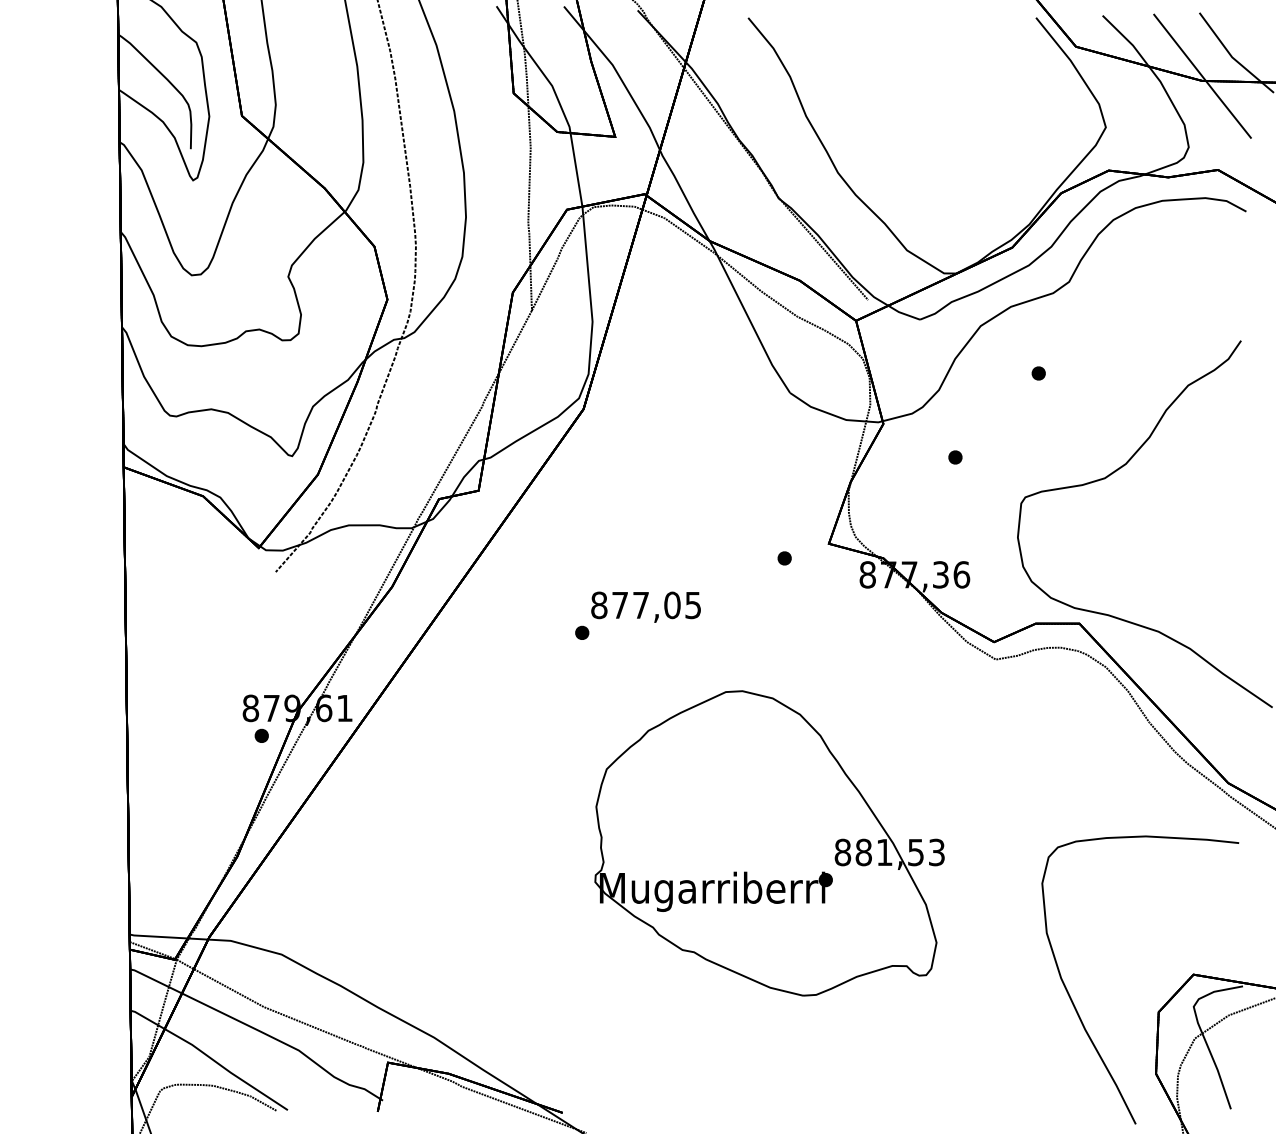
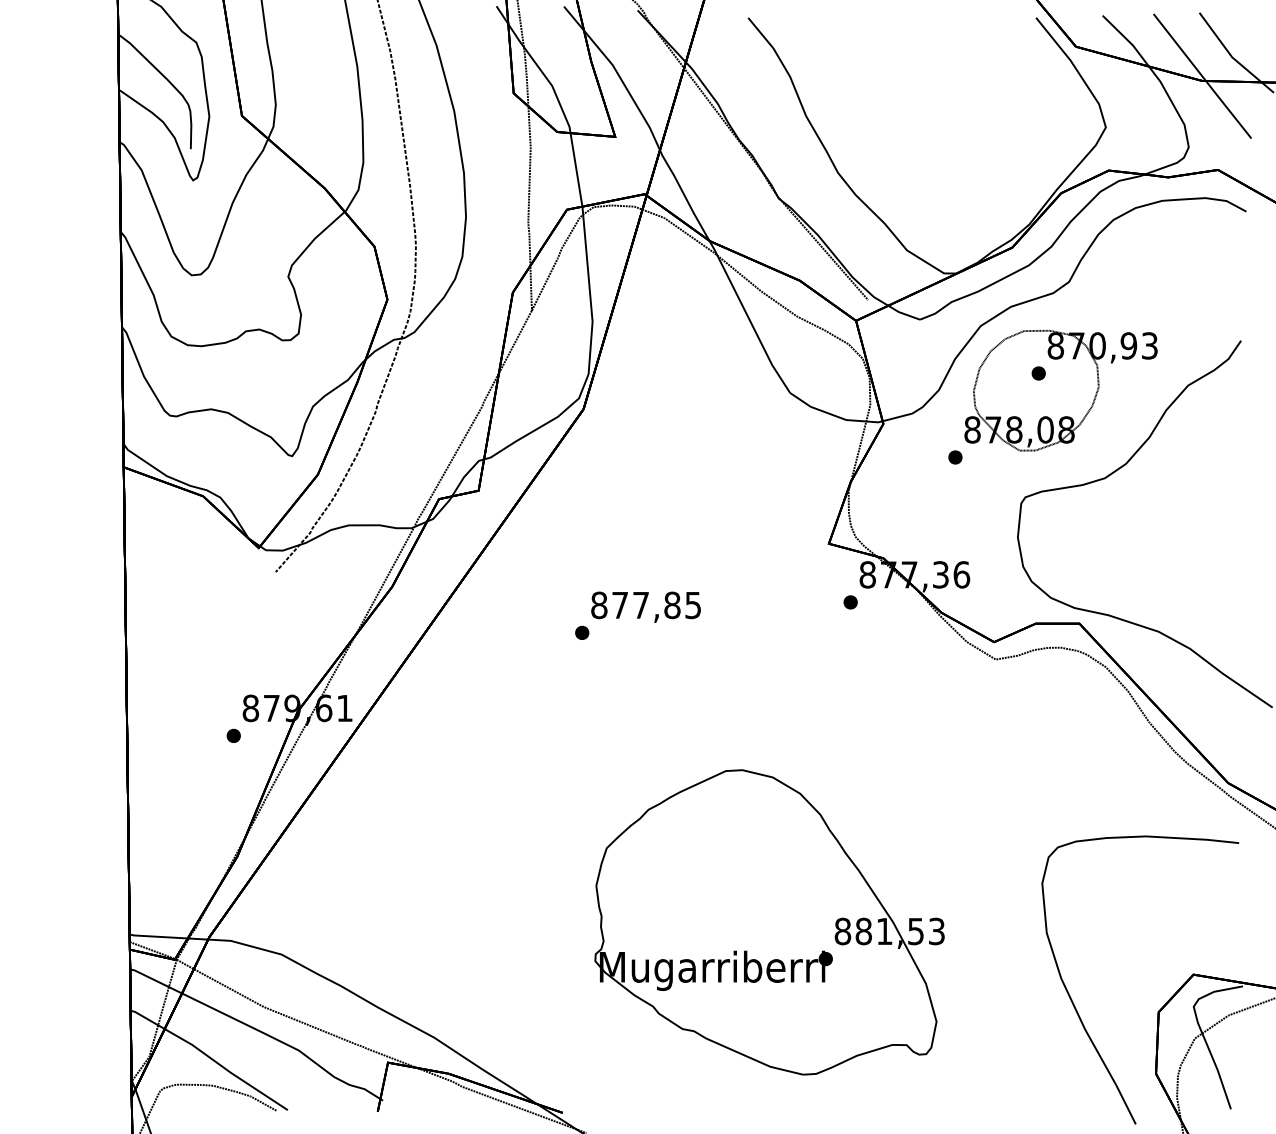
part at (1060, 390): none -> present
part at (784, 558) position: (784, 558) -> (850, 602)
text at (672, 605): 877,05 -> 877,85
part at (261, 735) position: (261, 735) -> (233, 735)
part at (769, 843) position: (769, 843) -> (769, 922)
